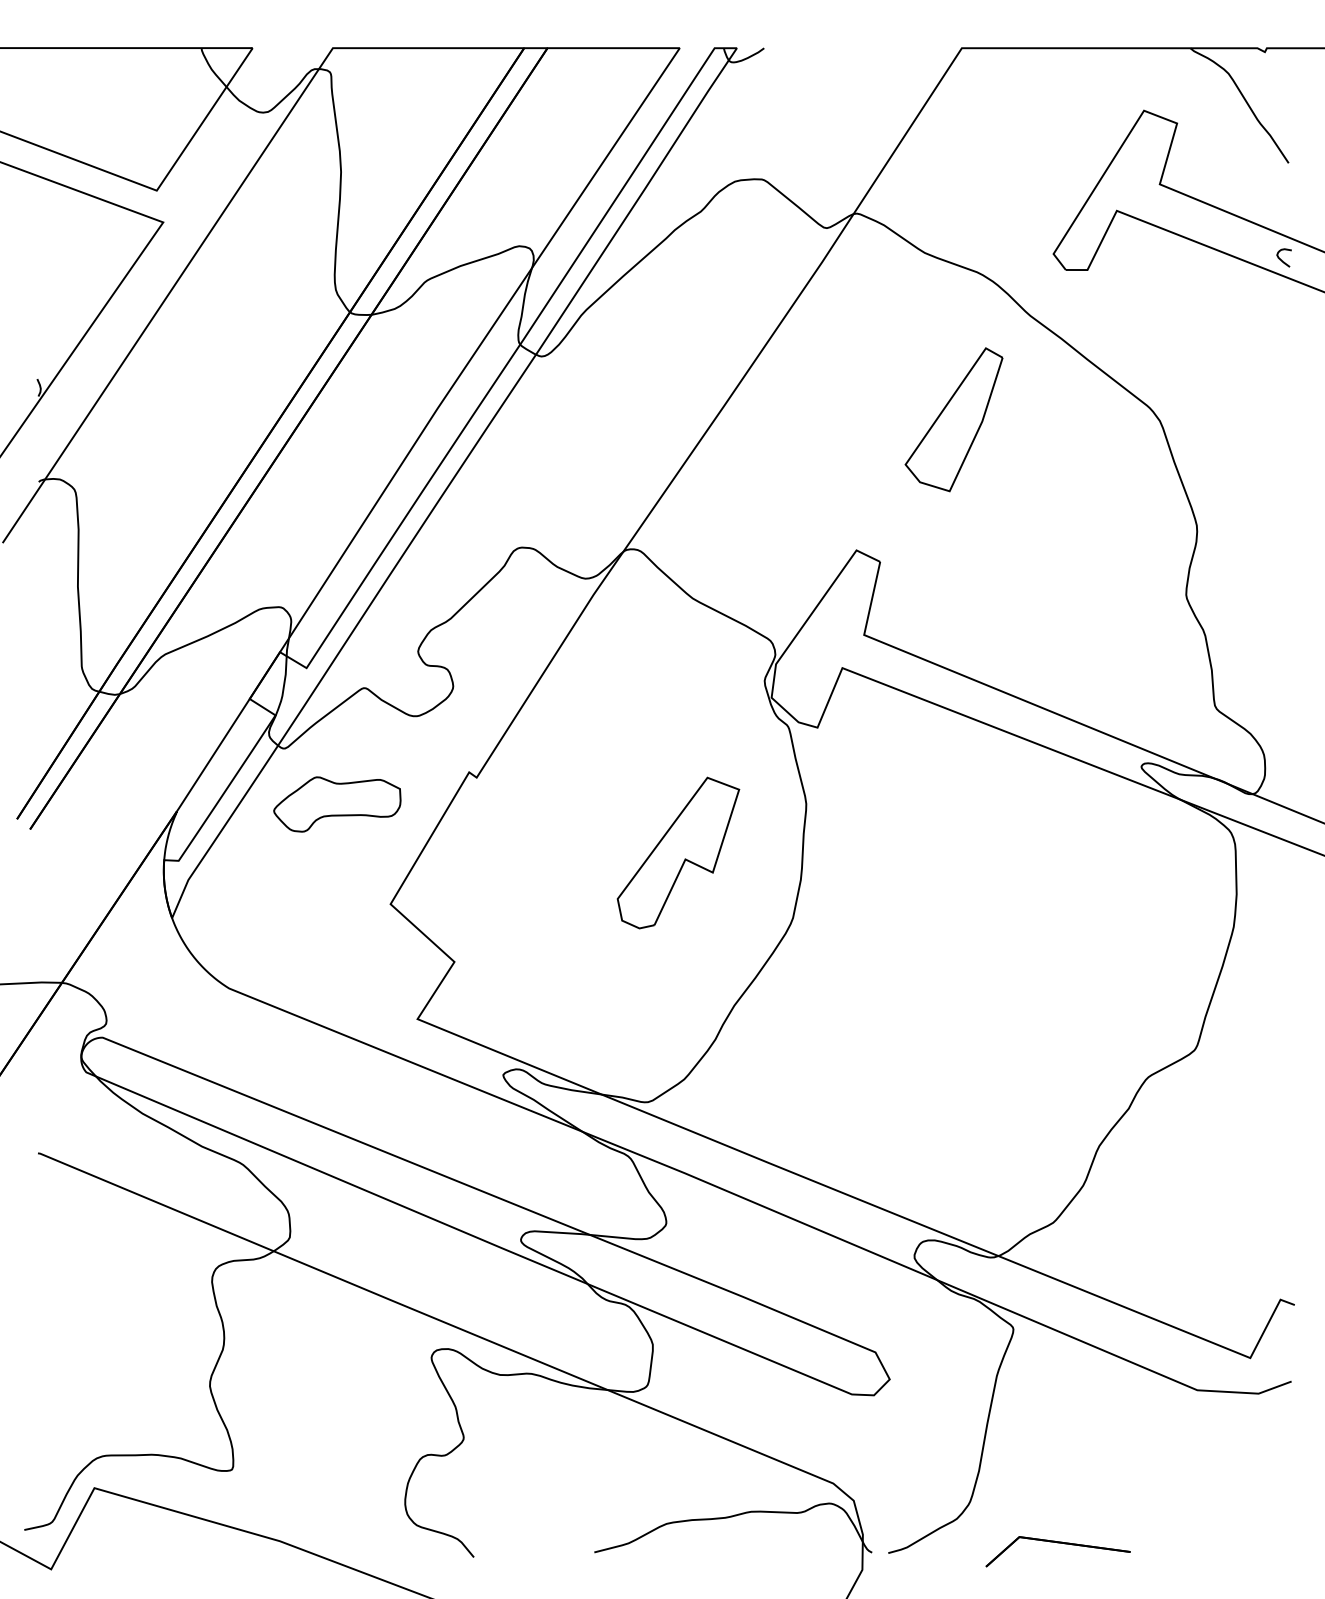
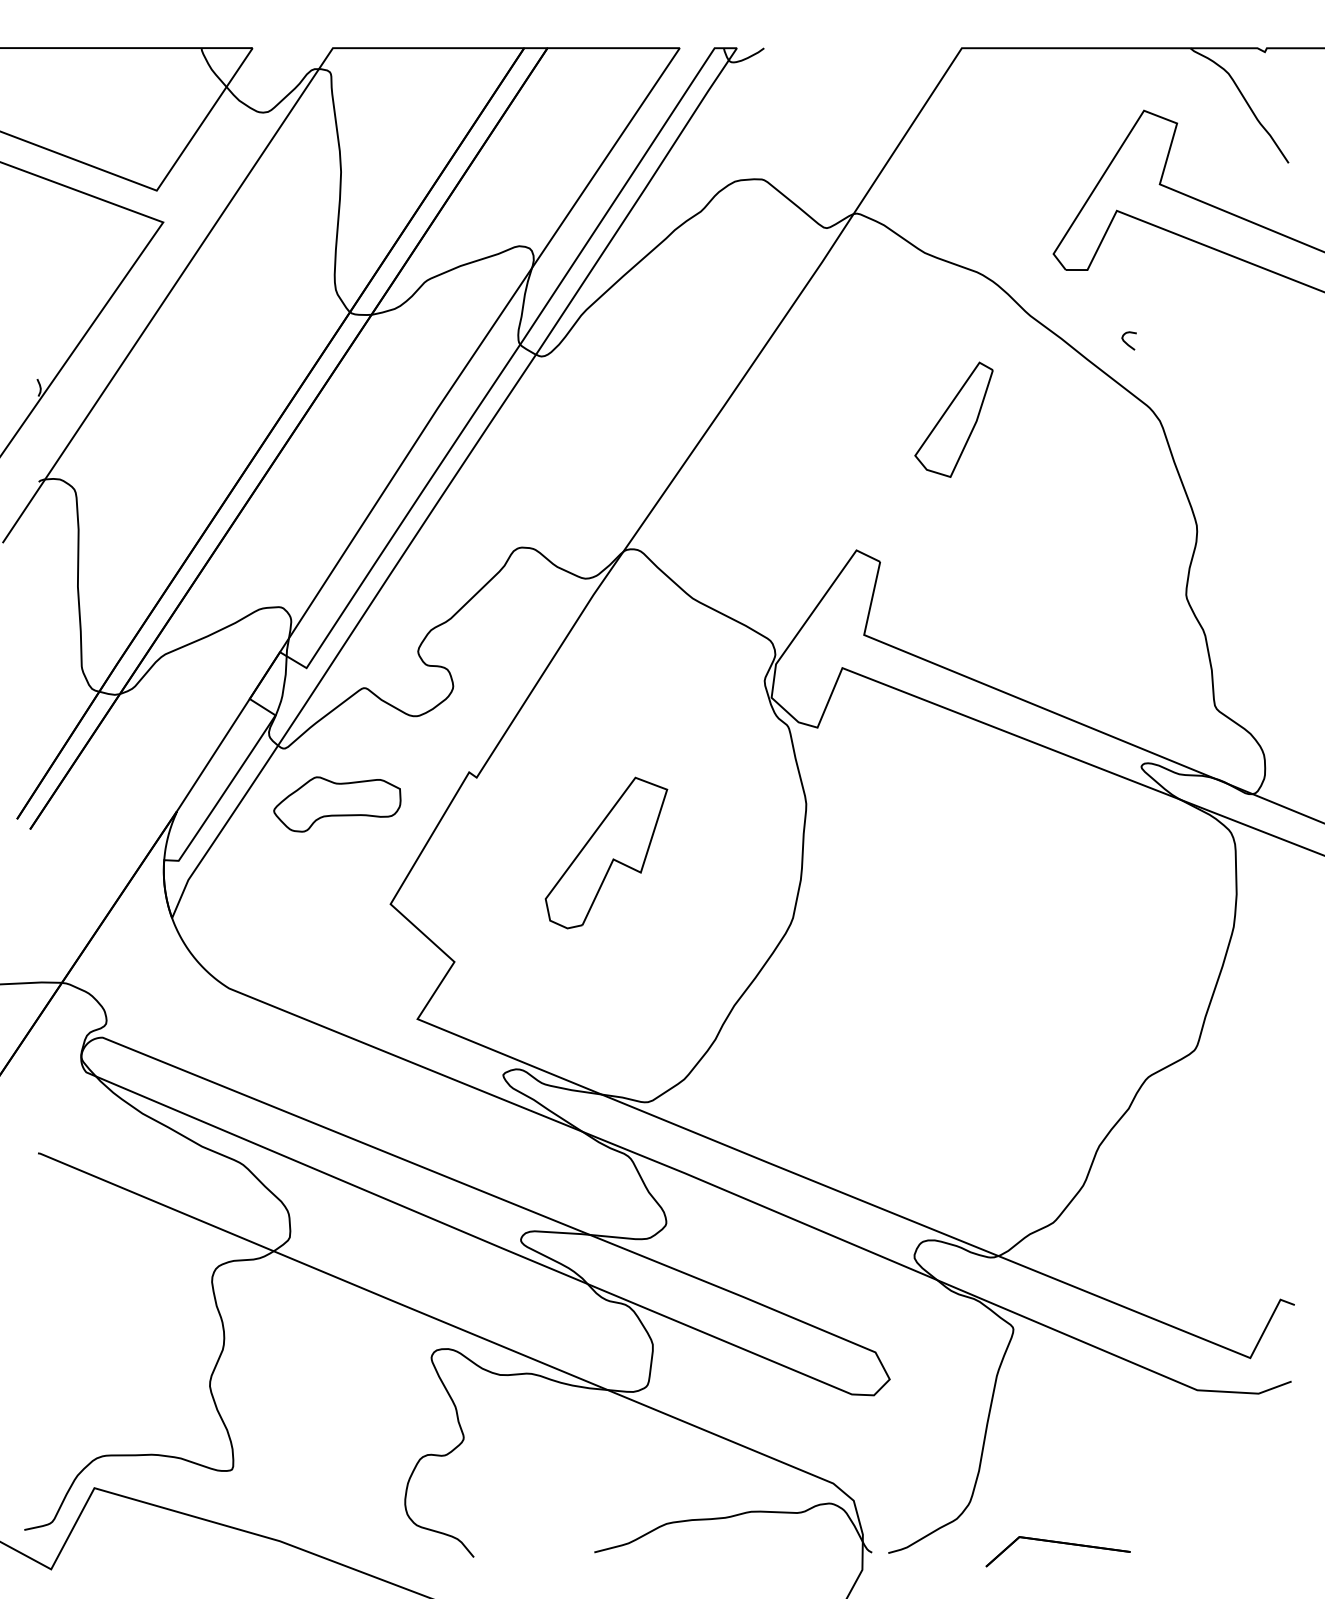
curve at (1281, 259) position: (1281, 259) -> (1126, 342)
part at (953, 419) size: 100x146 px -> 80x117 px
part at (678, 852) position: (678, 852) -> (606, 852)
